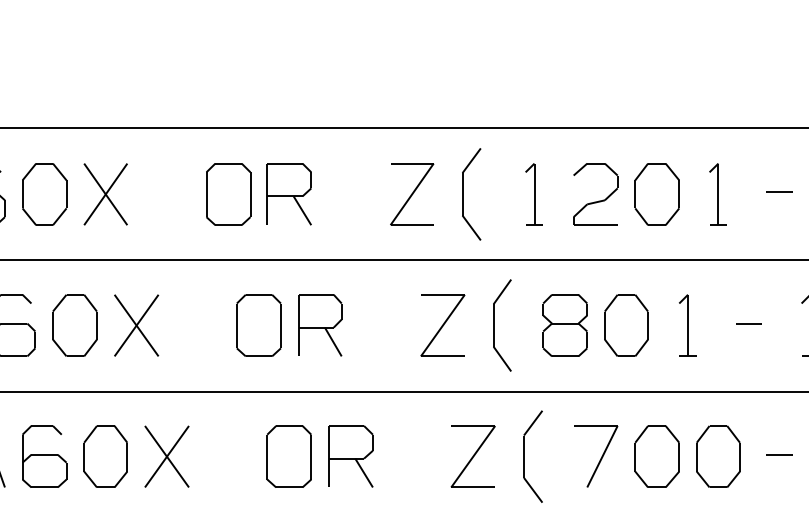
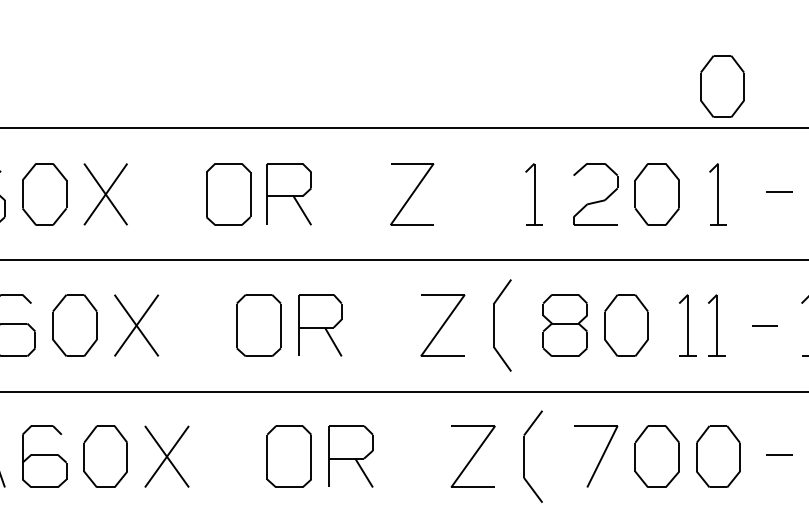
part at (722, 86): none -> present
part at (463, 194): present -> none
line at (748, 323) position: (748, 323) -> (764, 325)
part at (716, 325): none -> present
